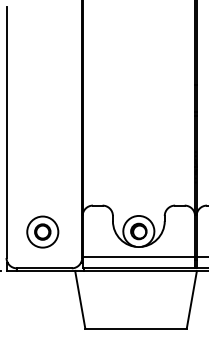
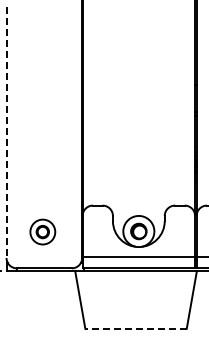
line at (6, 132): solid -> dashed
part at (42, 231) size: 34x34 px -> 28x28 px
line at (136, 328): solid -> dashed
